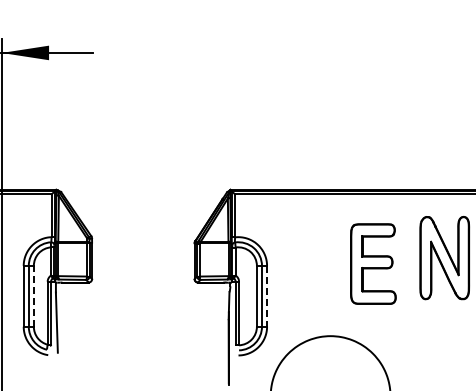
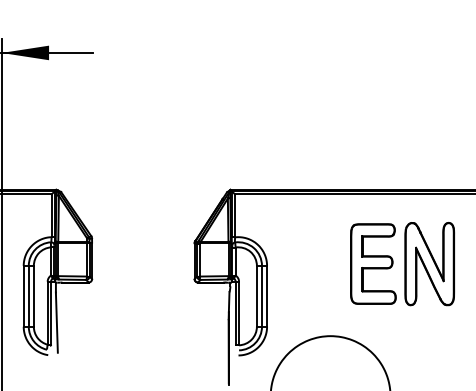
part at (444, 258) position: (444, 258) -> (429, 264)
line at (33, 295): dashed -> solid
line at (267, 296): dashed -> solid
